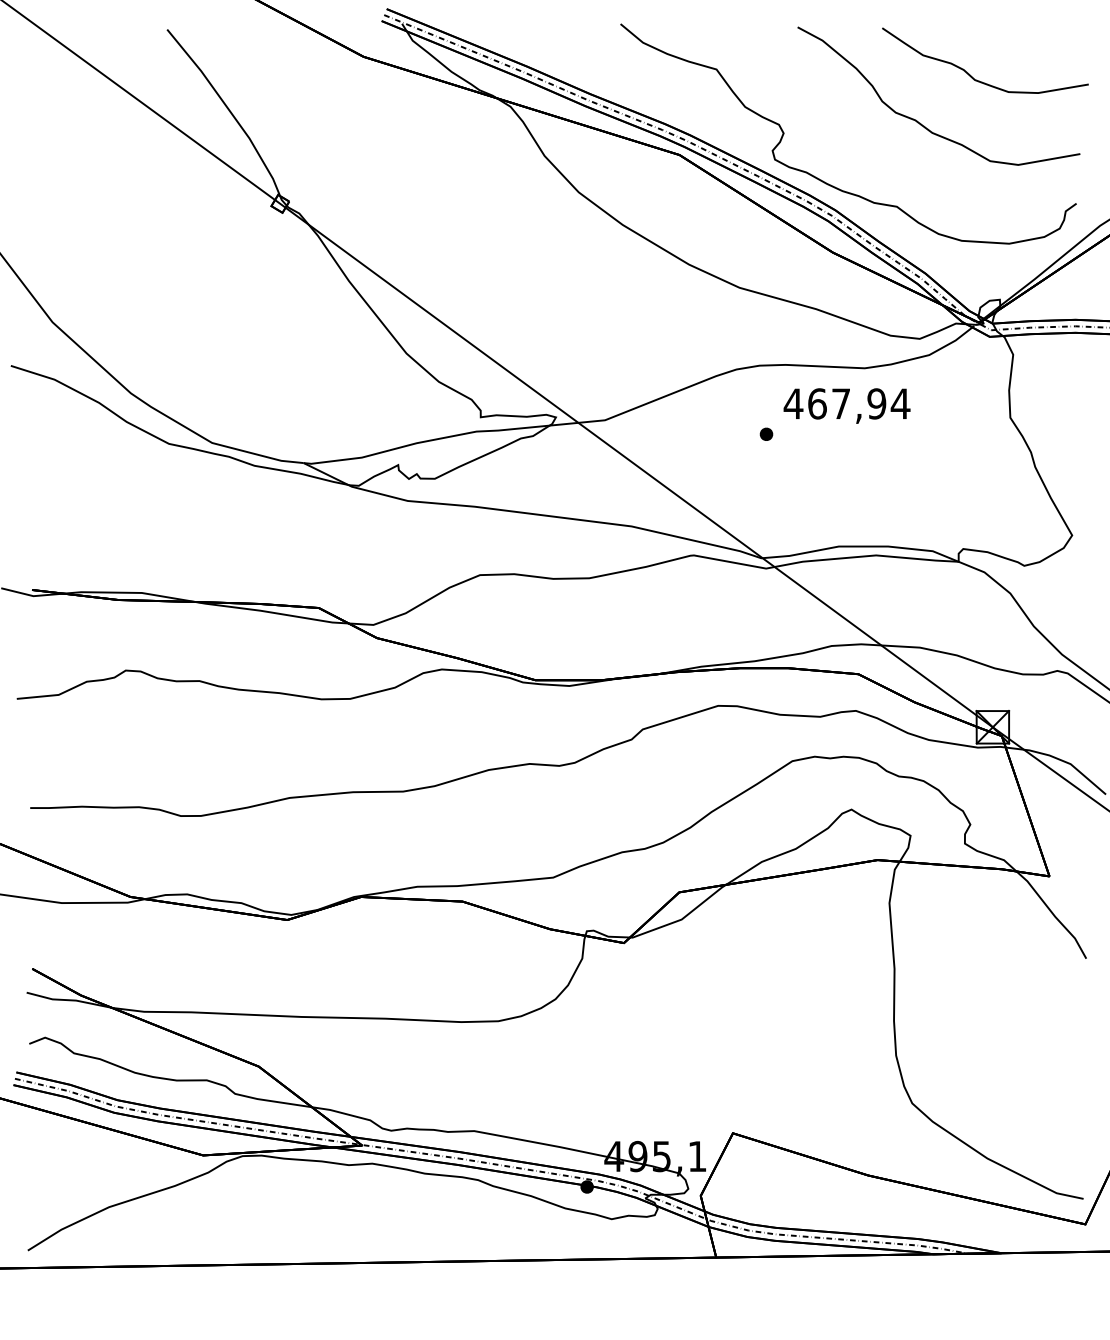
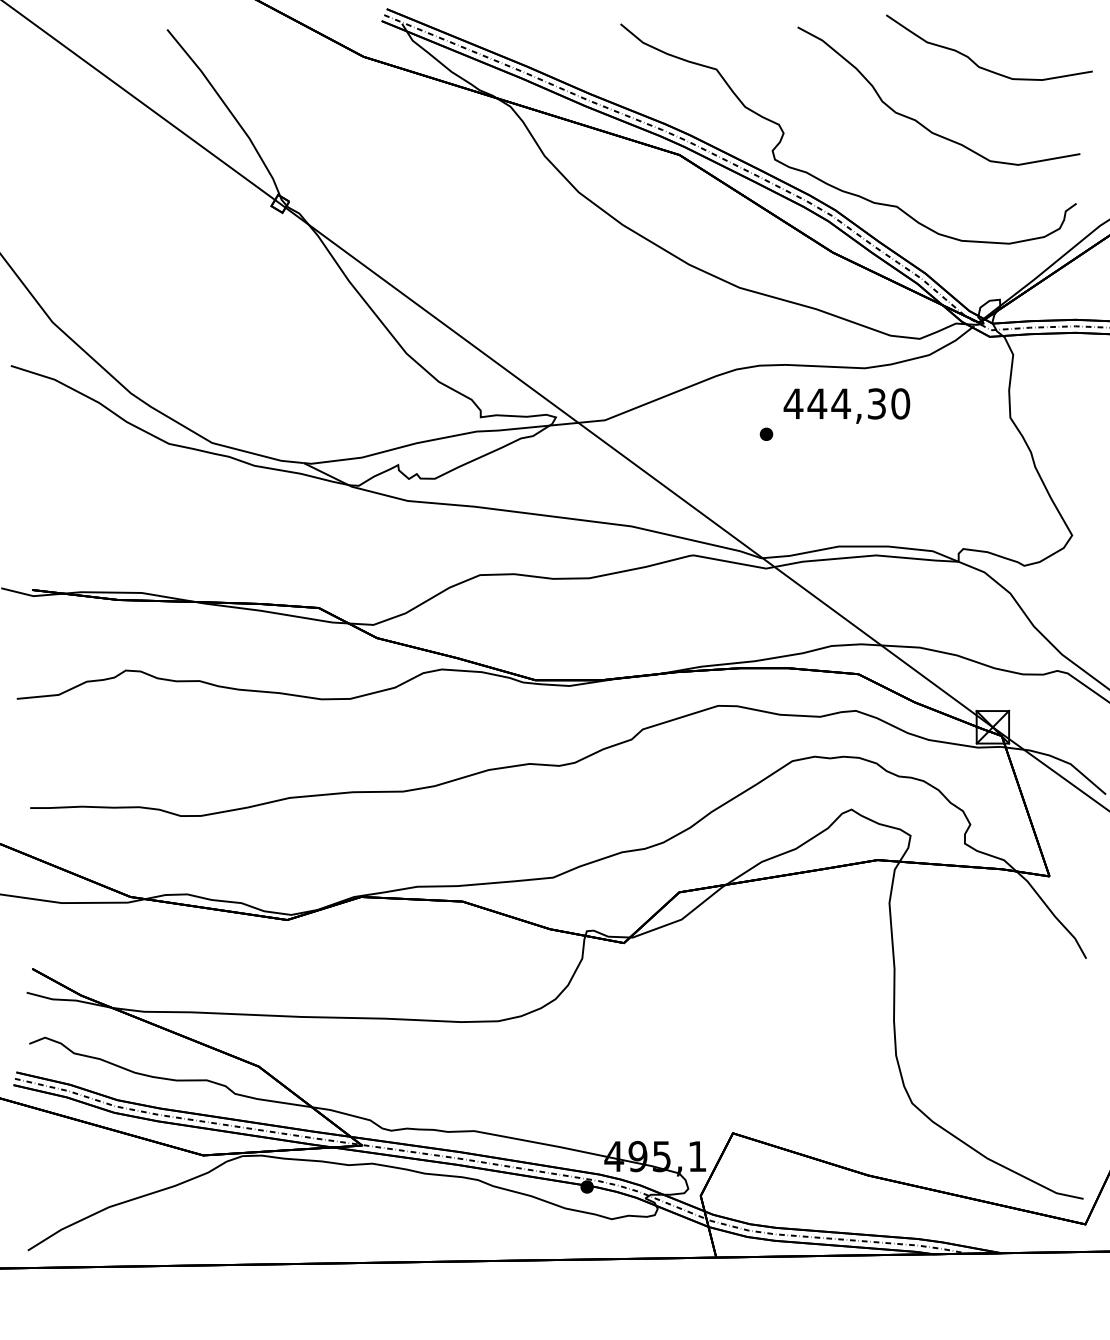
curve at (970, 74) position: (970, 74) -> (974, 61)
text at (858, 403): 467,94 -> 444,30
